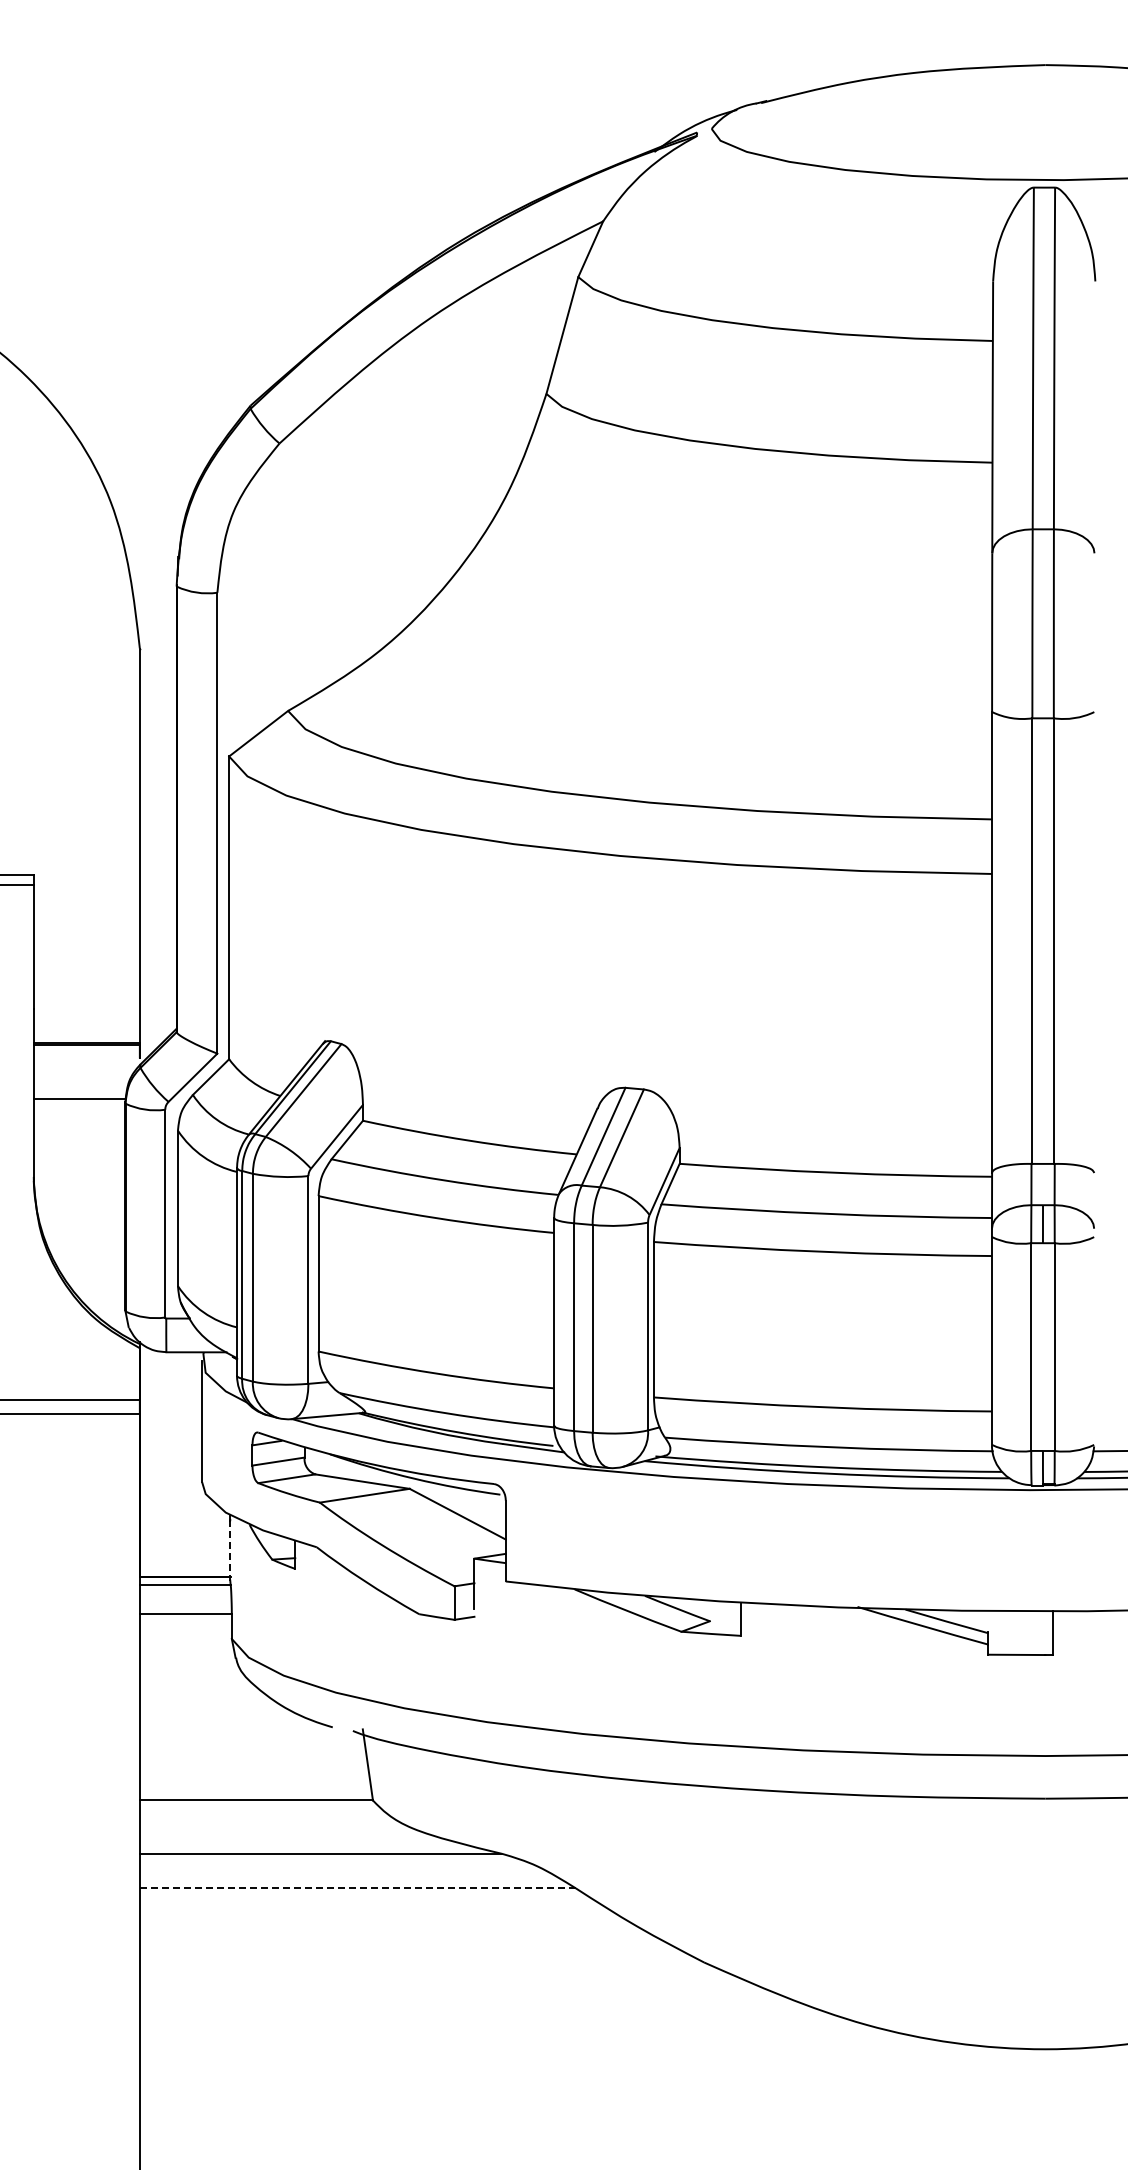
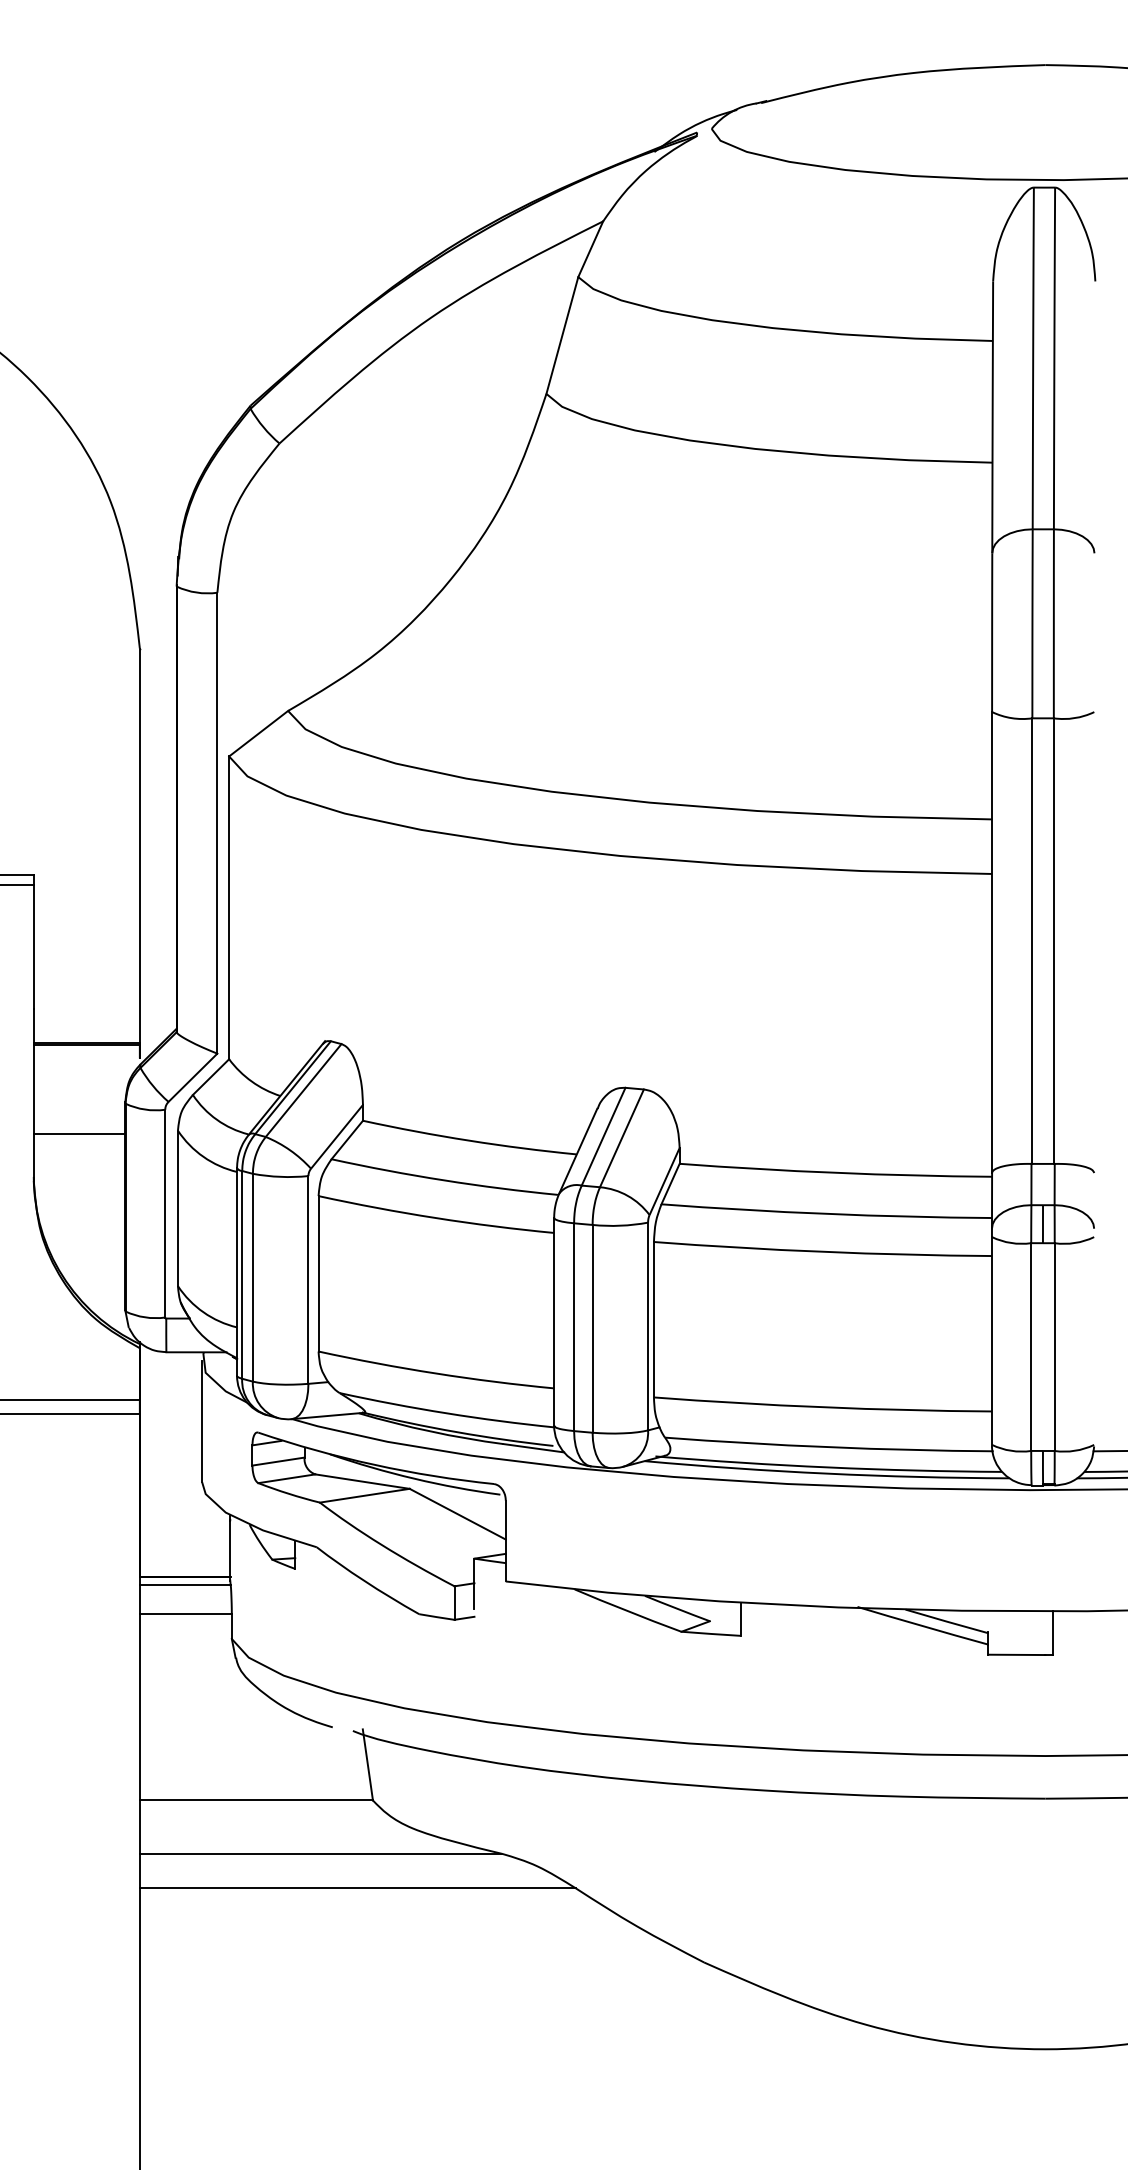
line at (79, 1099) position: (79, 1099) -> (79, 1134)
line at (230, 1550): dashed -> solid
line at (357, 1888): dashed -> solid
